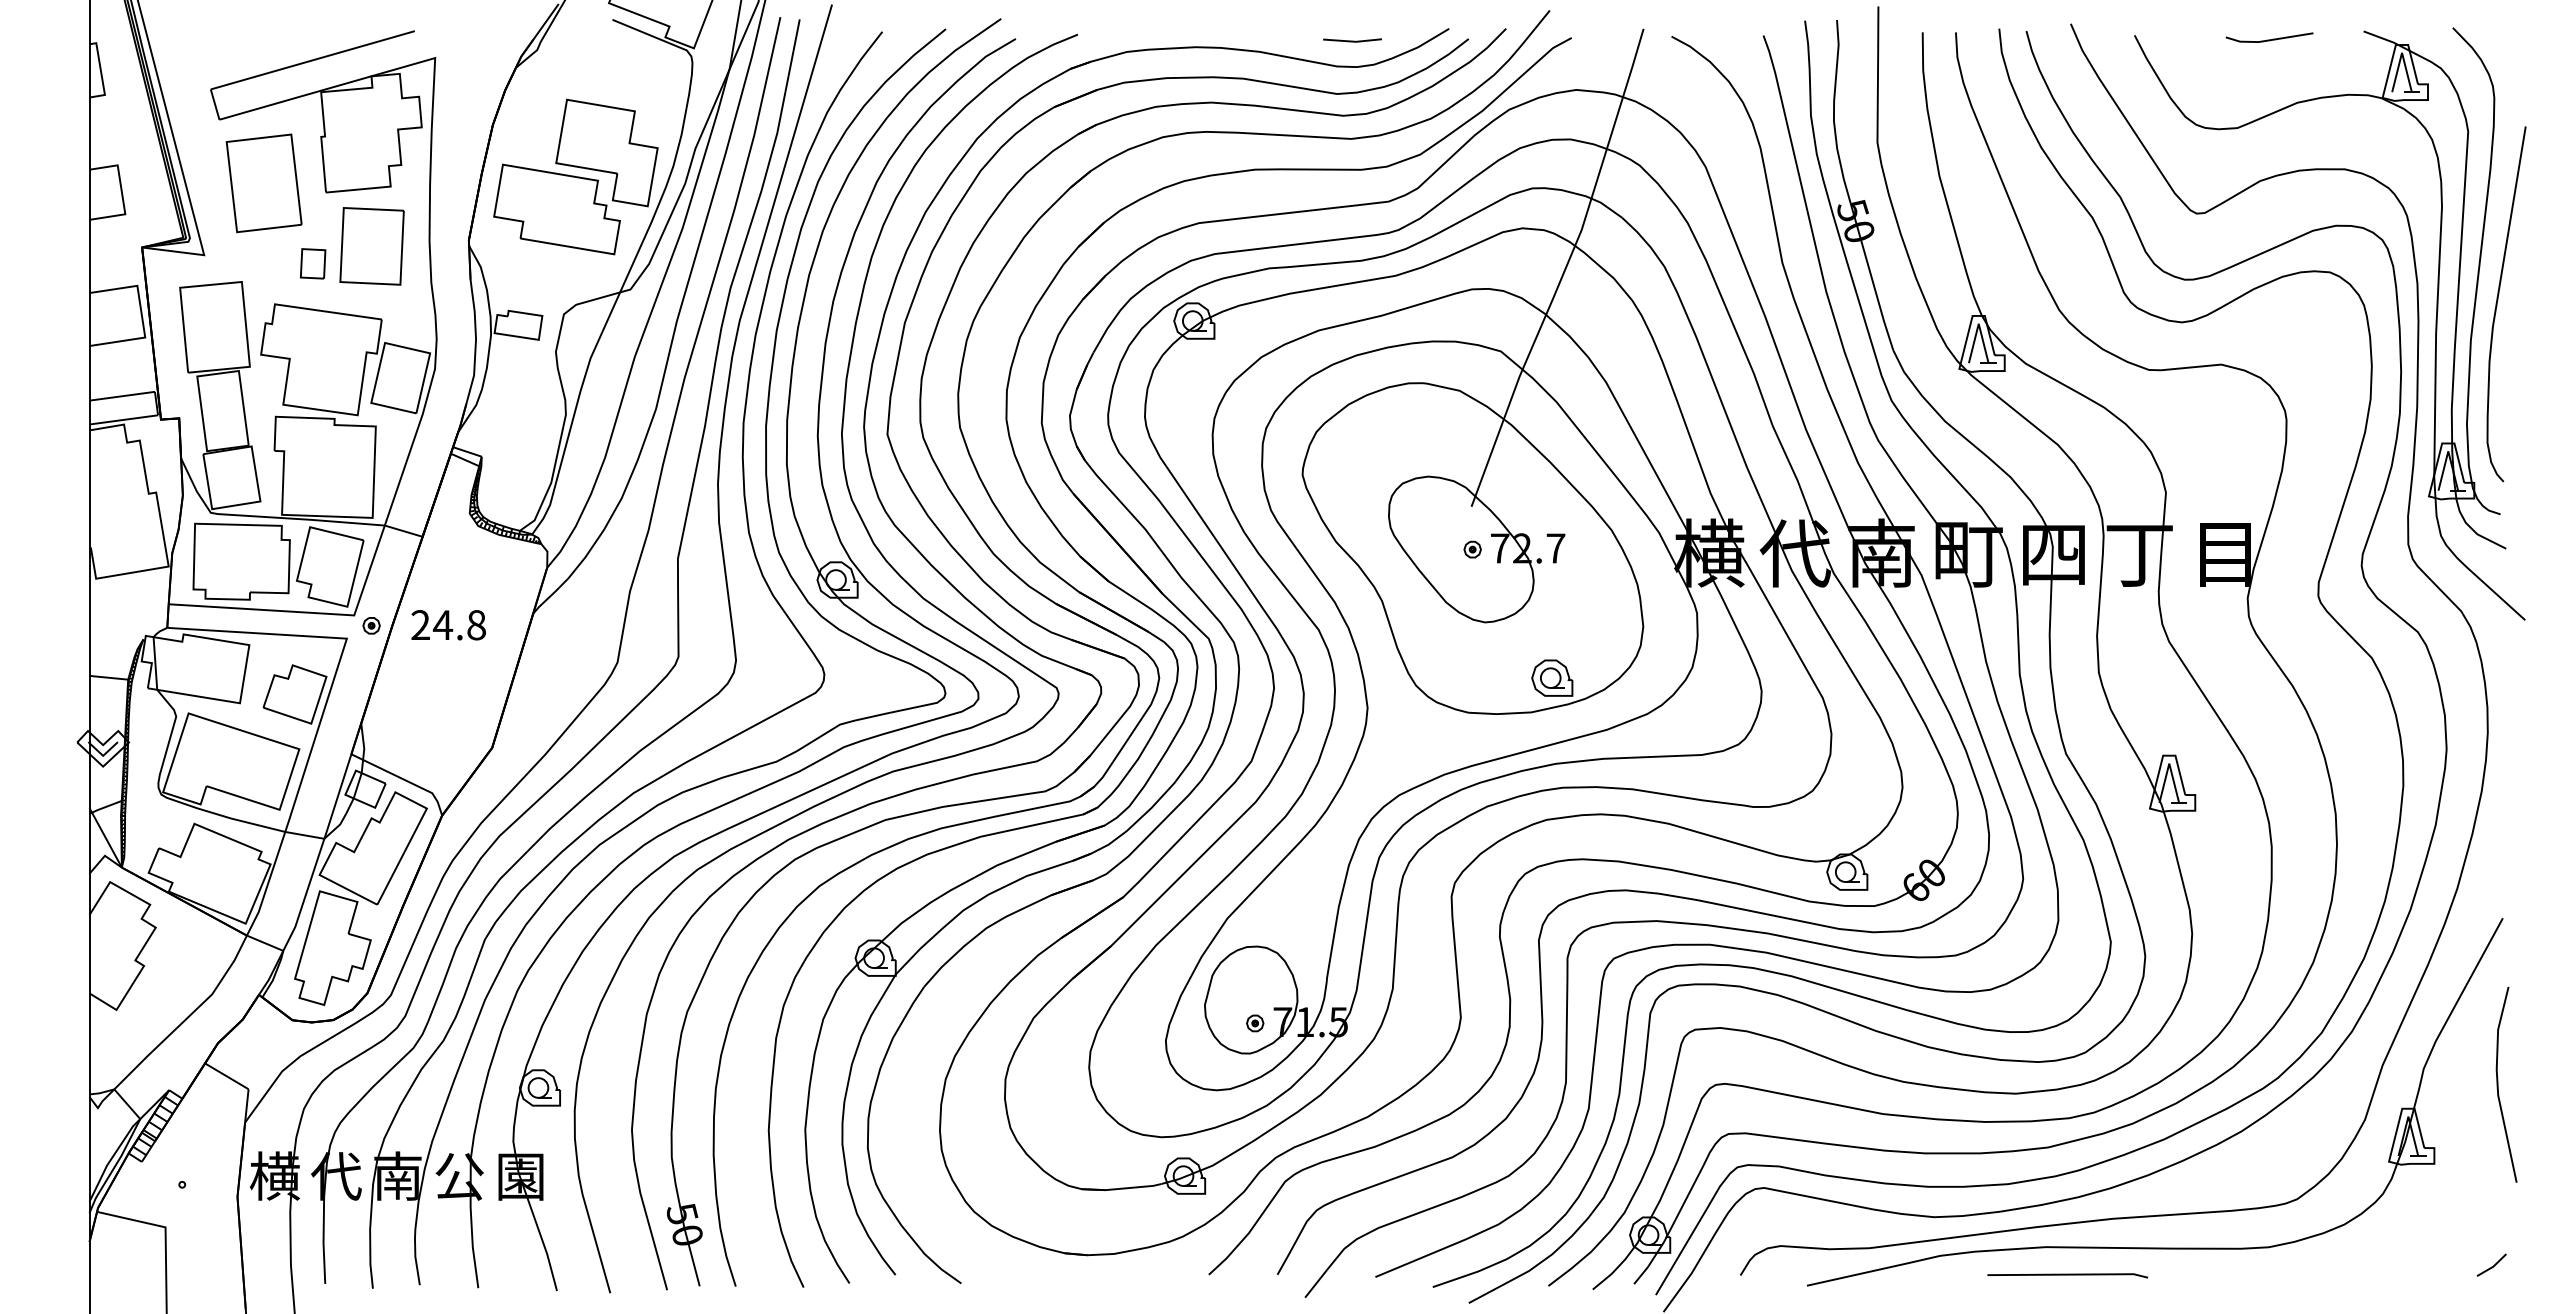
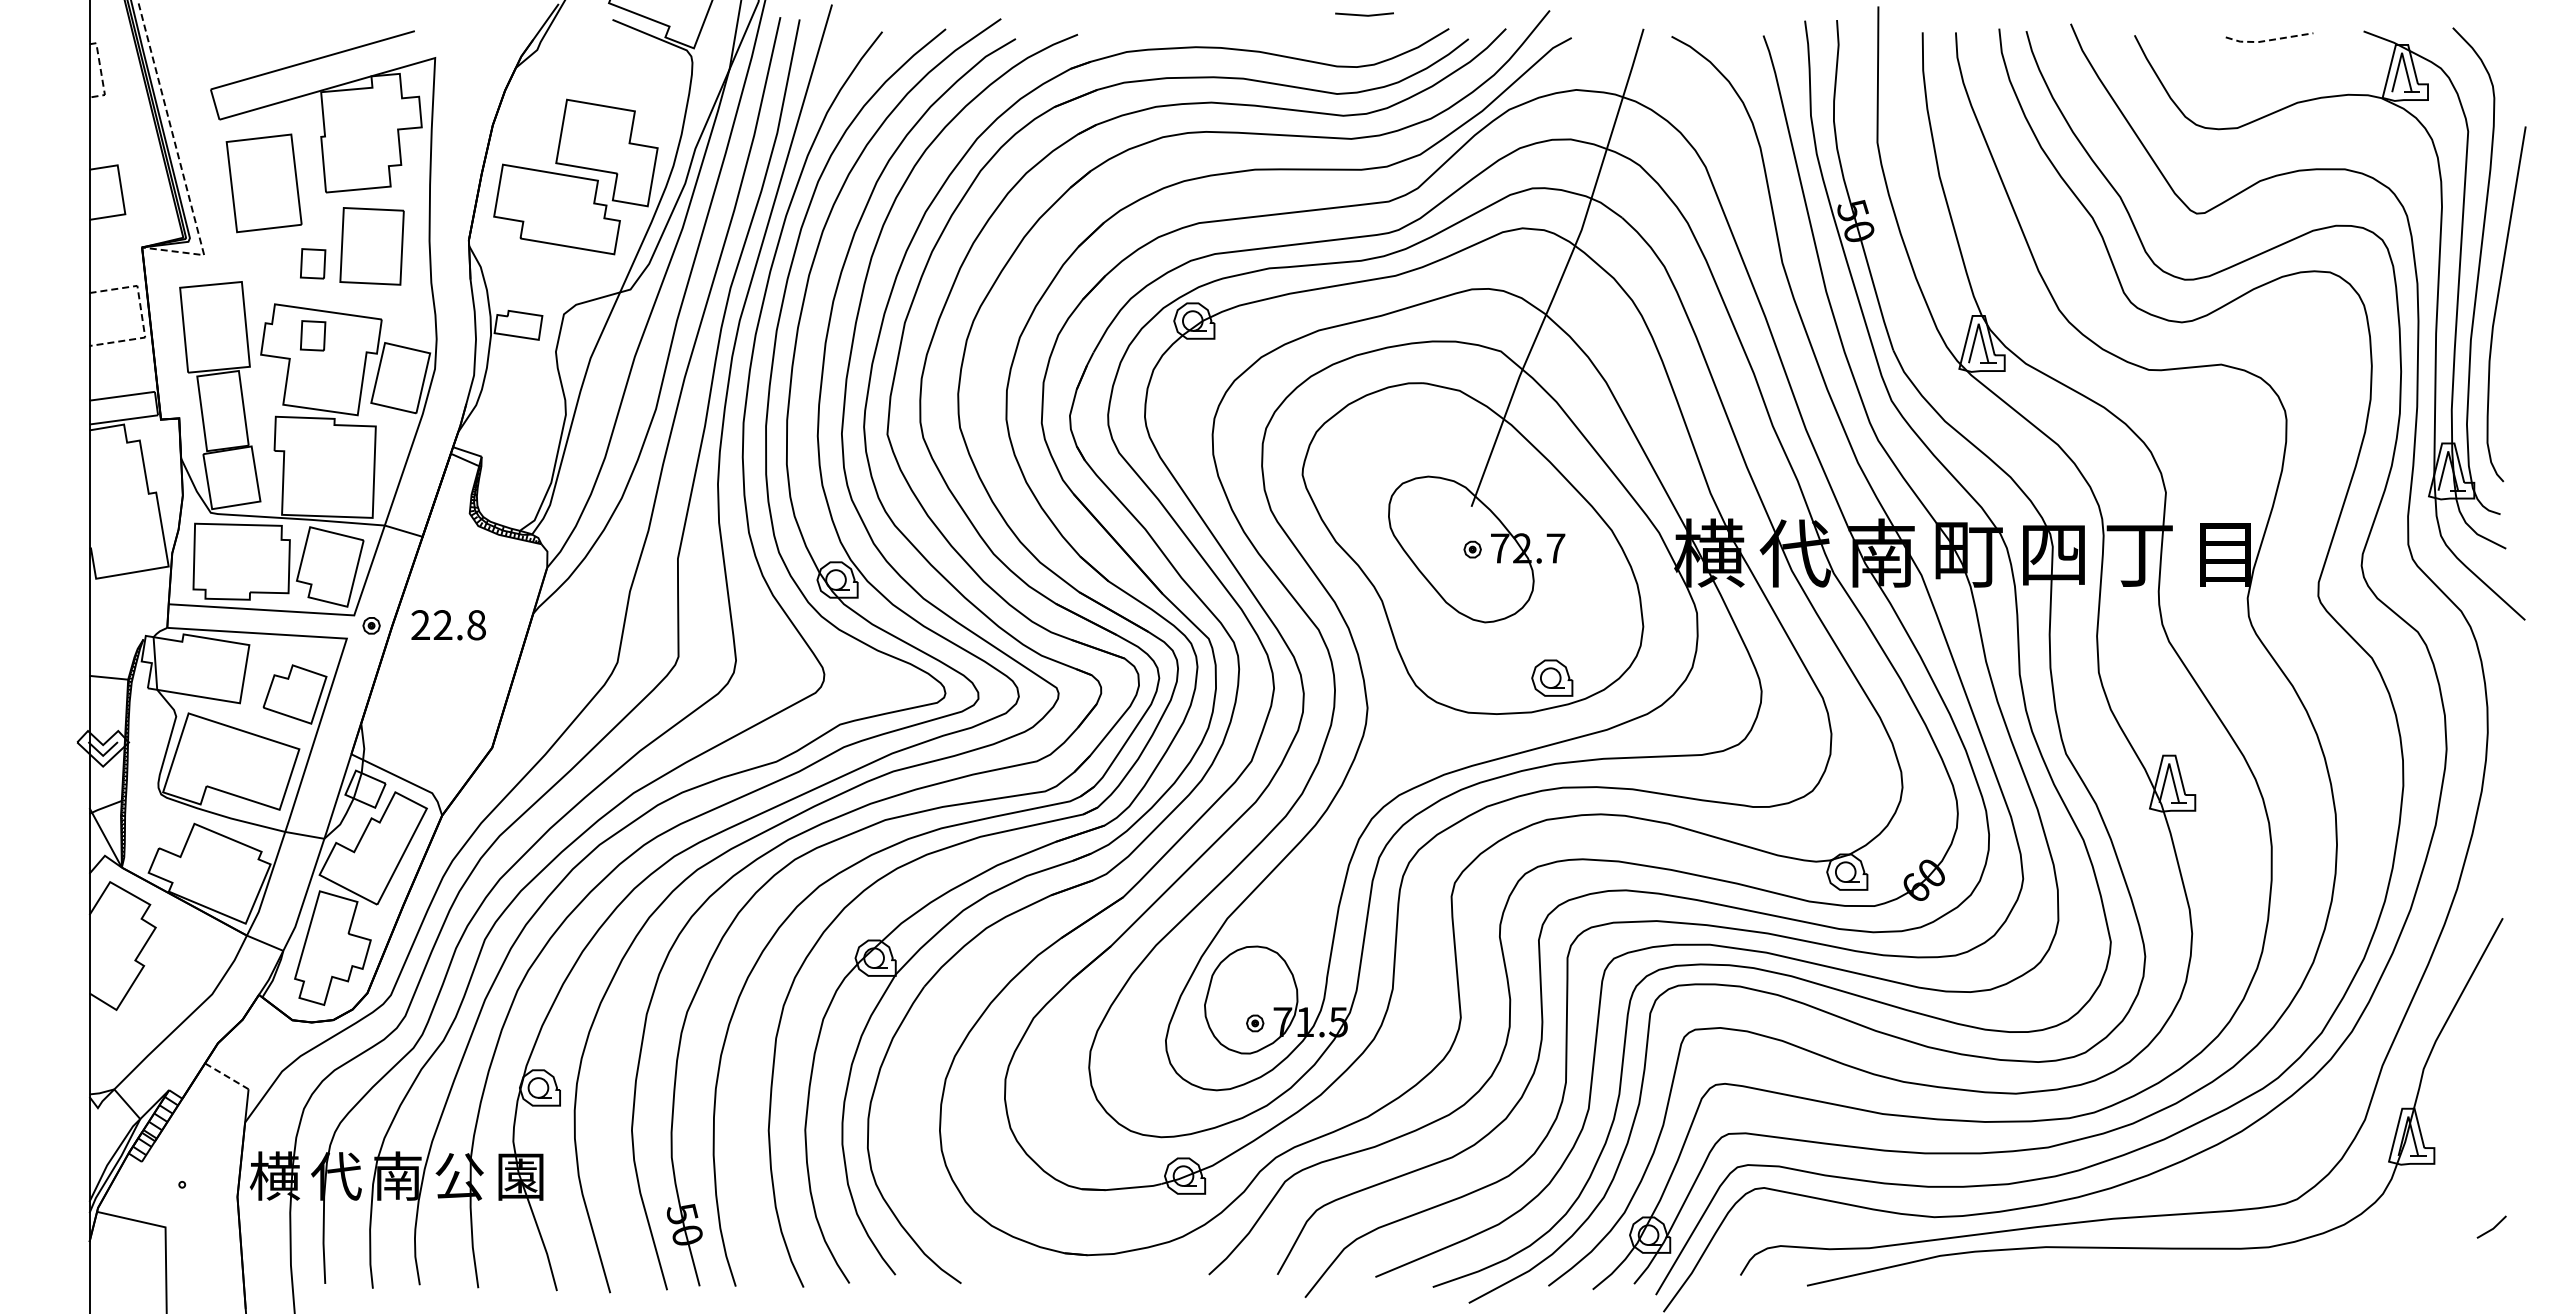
line at (1352, 40) position: (1352, 40) -> (1364, 14)
line at (2268, 40): solid -> dashed
line at (101, 73): solid -> dashed
line at (179, 159): solid -> dashed
line at (141, 316): solid -> dashed
part at (313, 335): none -> present
text at (442, 624): 24.8 -> 22.8
line at (227, 1076): solid -> dashed
line at (2498, 1084): present -> none
line at (2491, 1266) position: (2491, 1266) -> (2491, 1228)
line at (2067, 1275): present -> none
